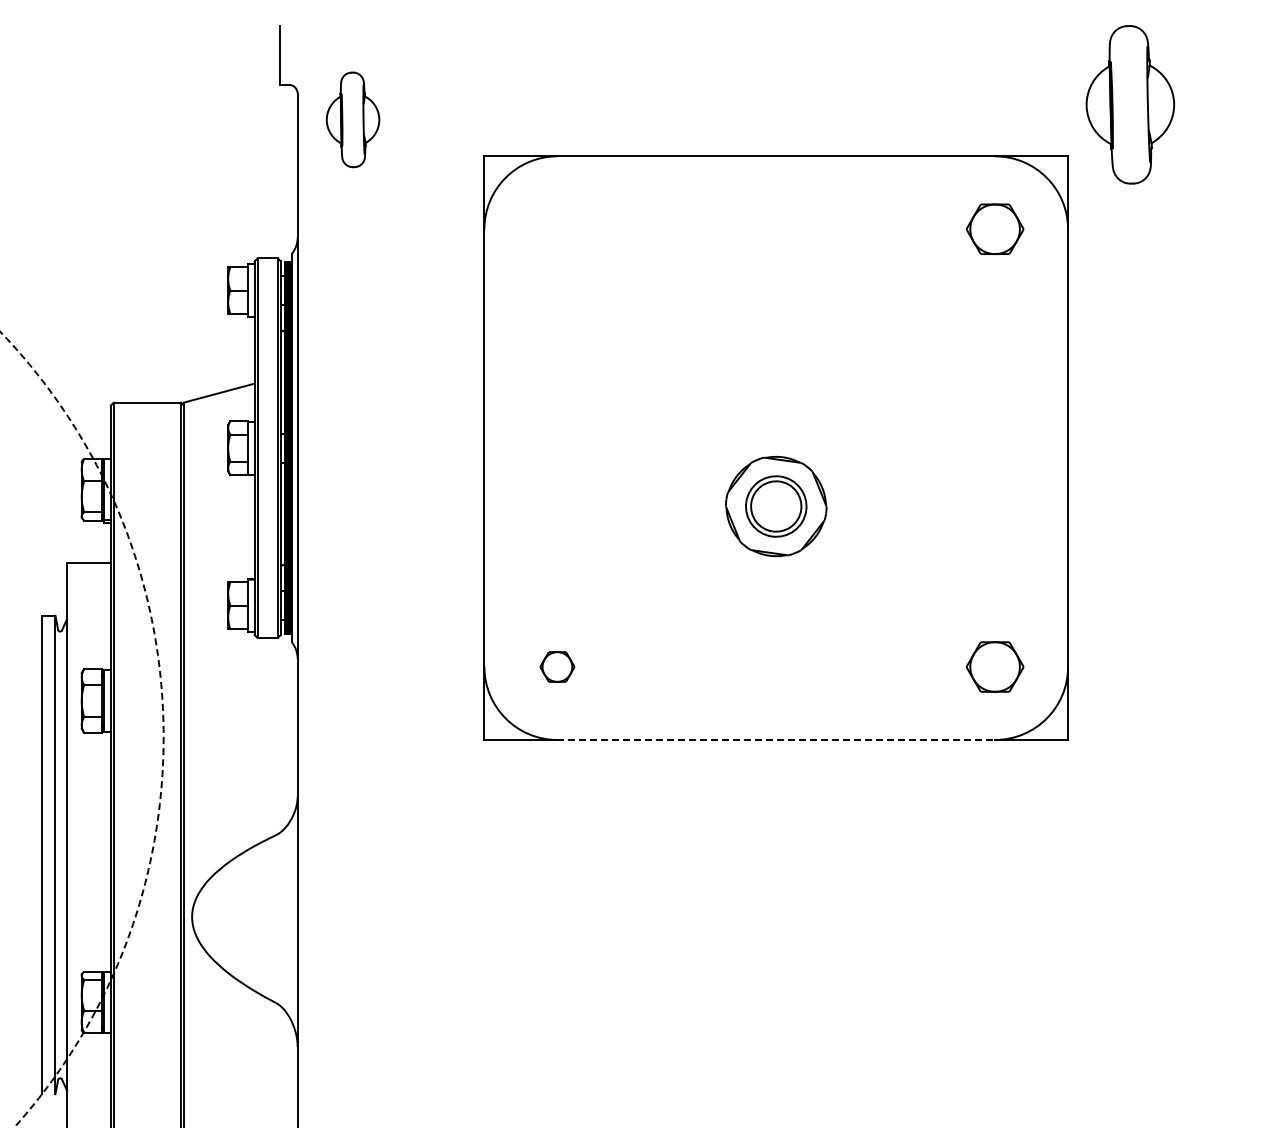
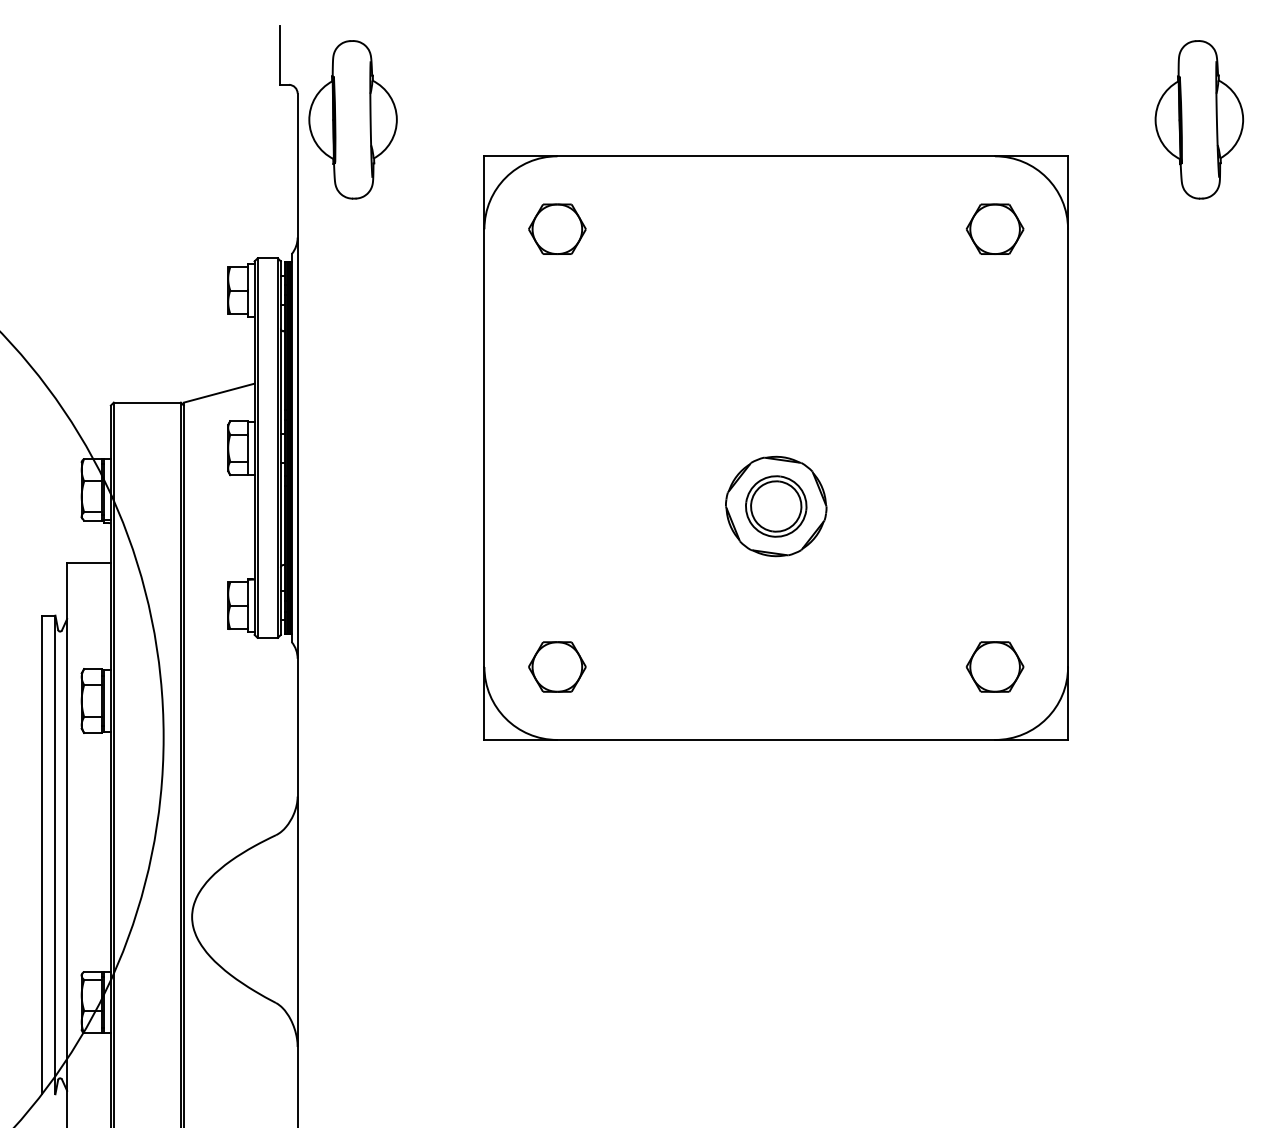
part at (1130, 104) position: (1130, 104) -> (1199, 119)
part at (352, 119) size: 56x98 px -> 90x160 px
part at (557, 228): none -> present
part at (557, 666) size: 37x32 px -> 59x52 px
circle at (81, 729): dashed -> solid
line at (776, 739): dashed -> solid
